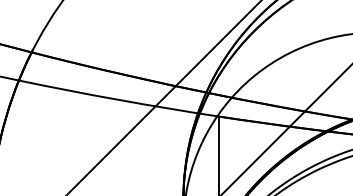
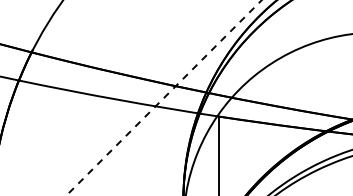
line at (163, 98): solid -> dashed
line at (286, 129): present -> none
